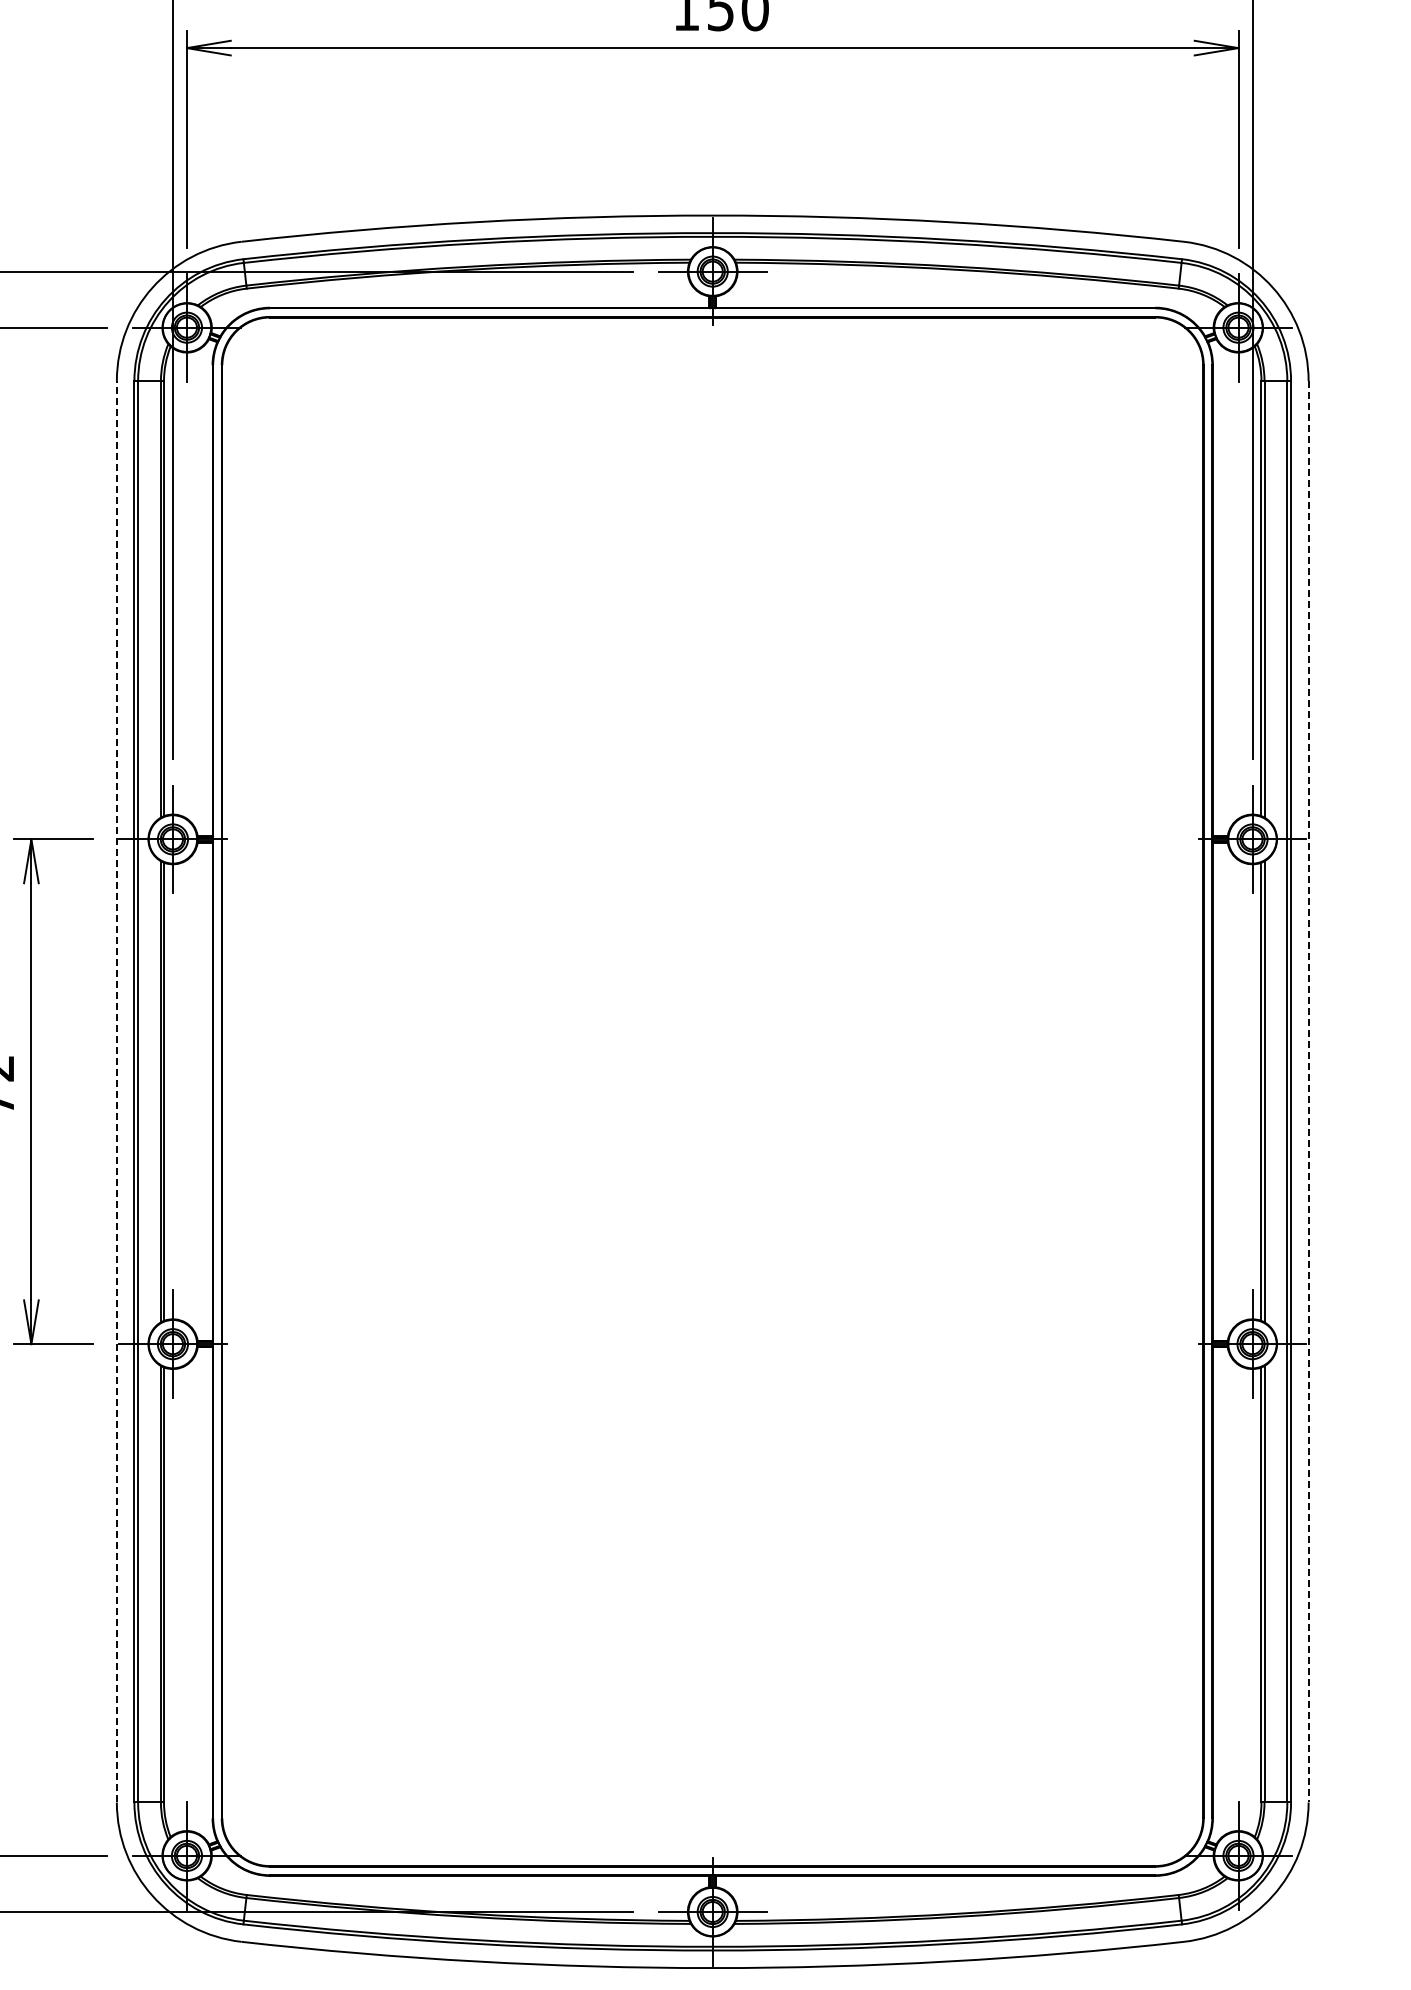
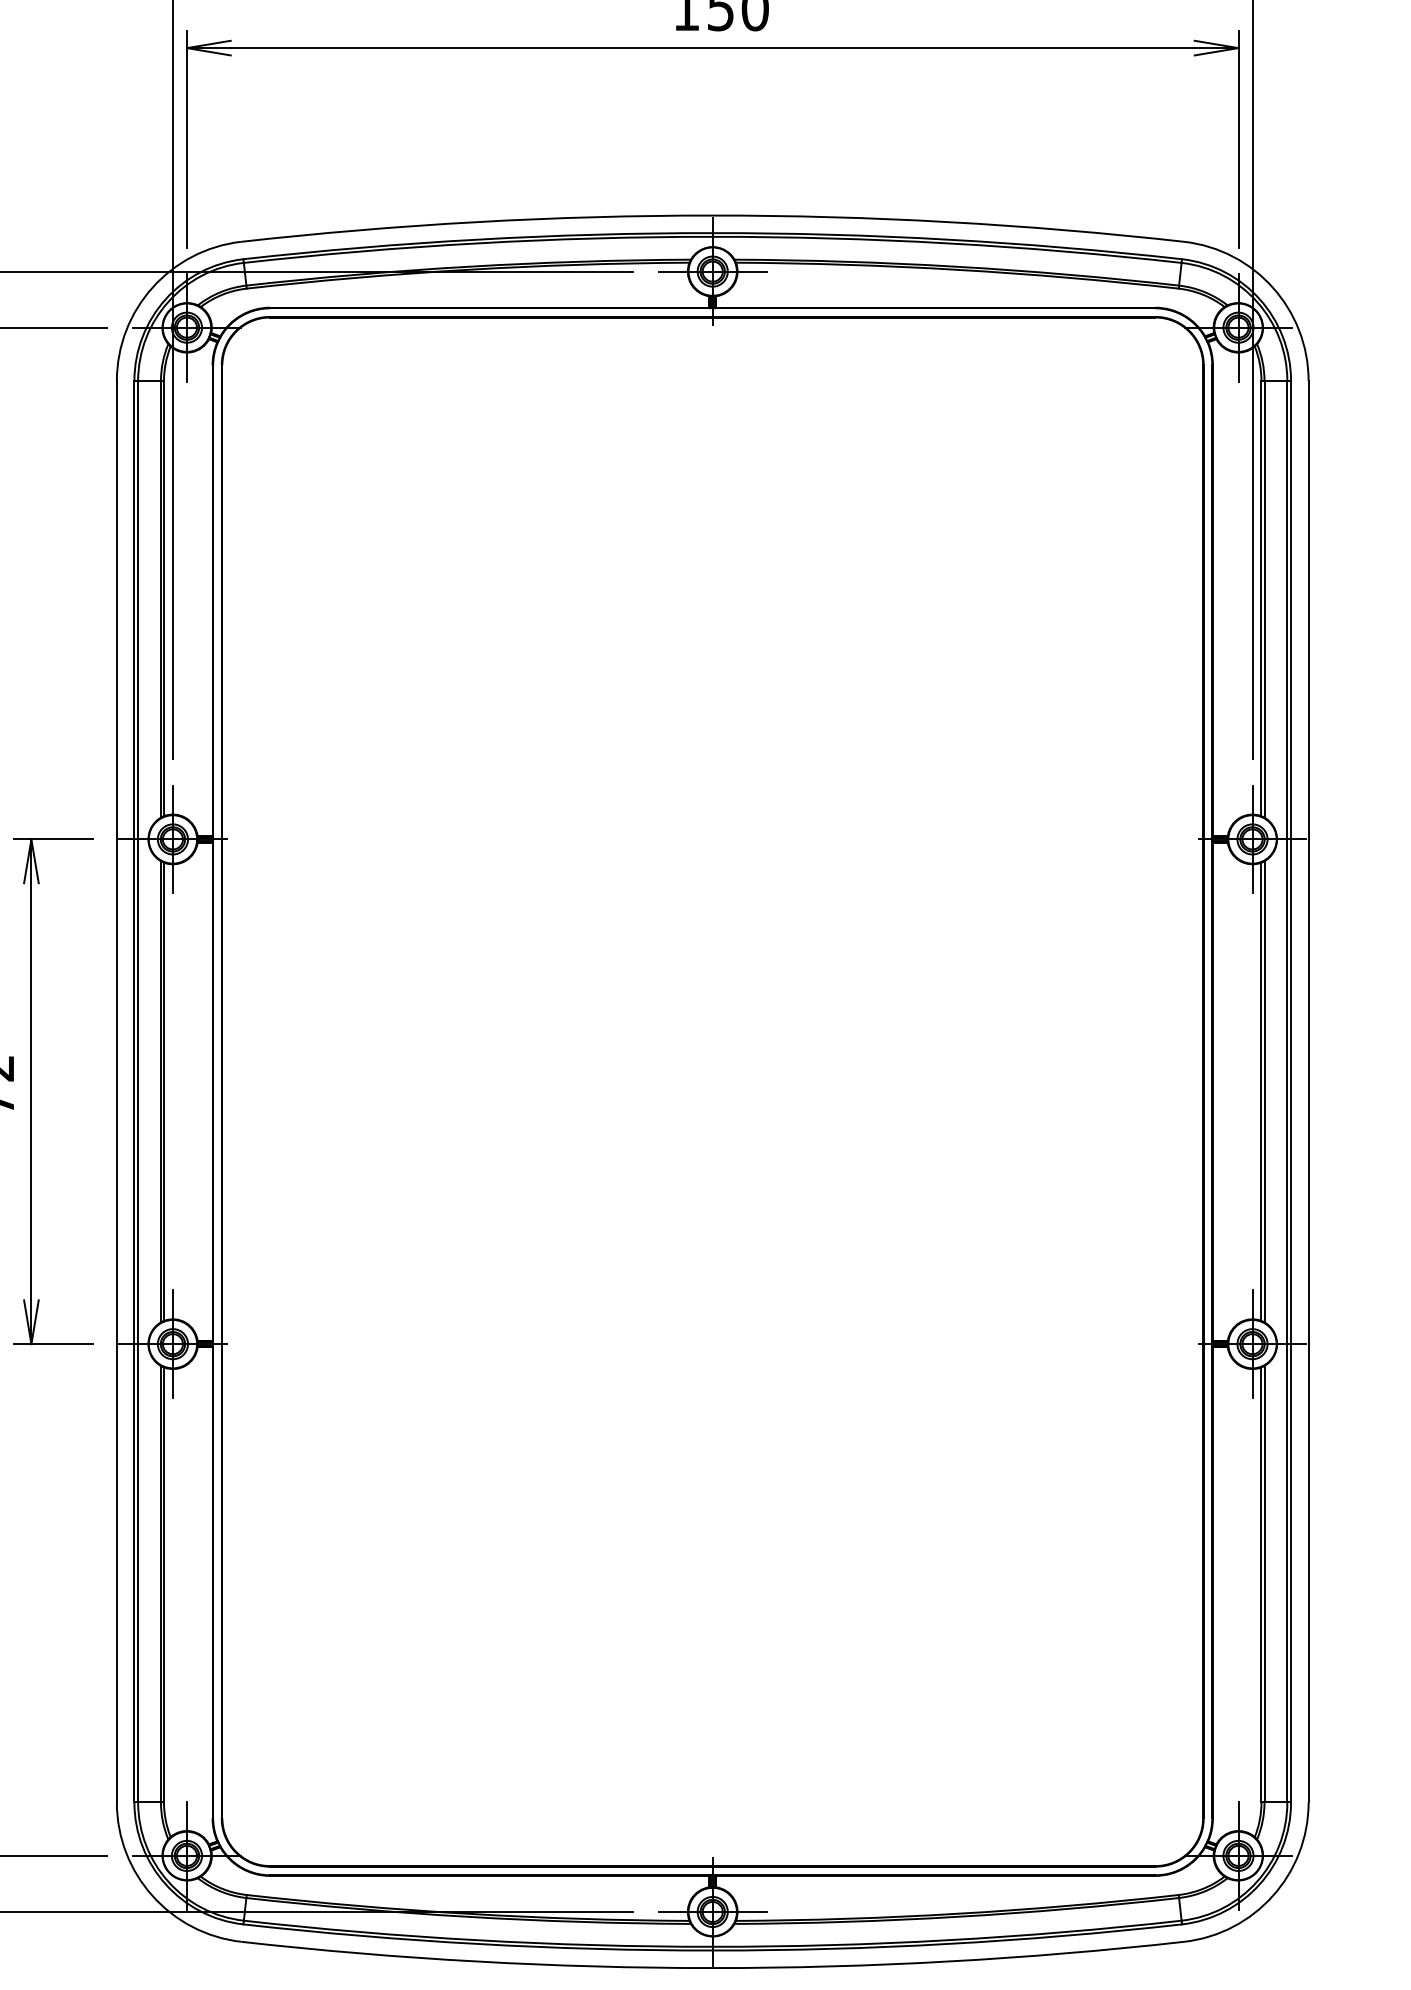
line at (116, 1091): dashed -> solid
line at (1308, 1091): dashed -> solid
